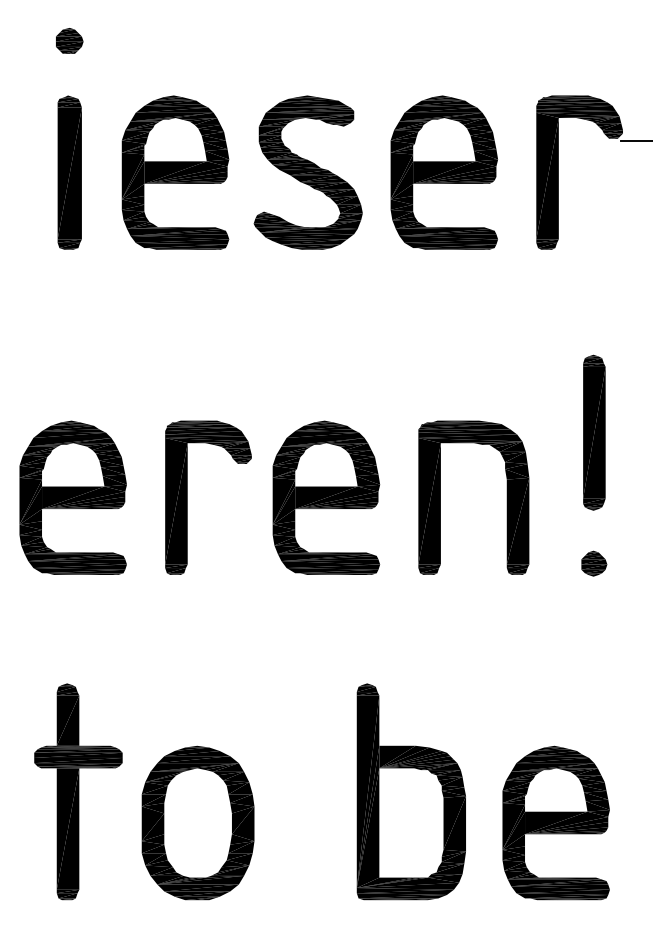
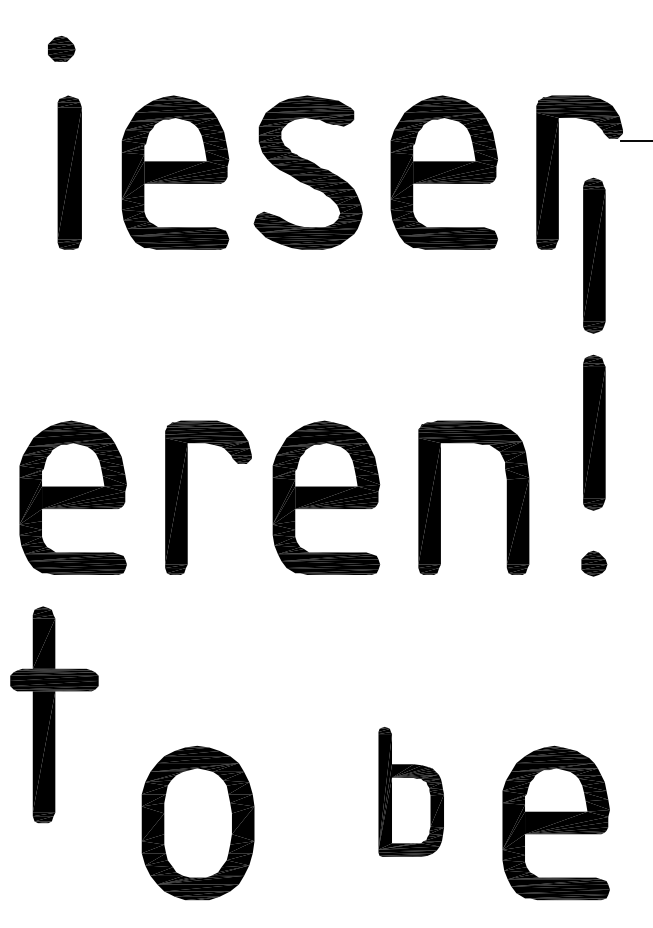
part at (69, 40) position: (69, 40) -> (61, 48)
part at (594, 255): none -> present
part at (78, 791) position: (78, 791) -> (54, 714)
part at (410, 791) size: 110x218 px -> 66x130 px
